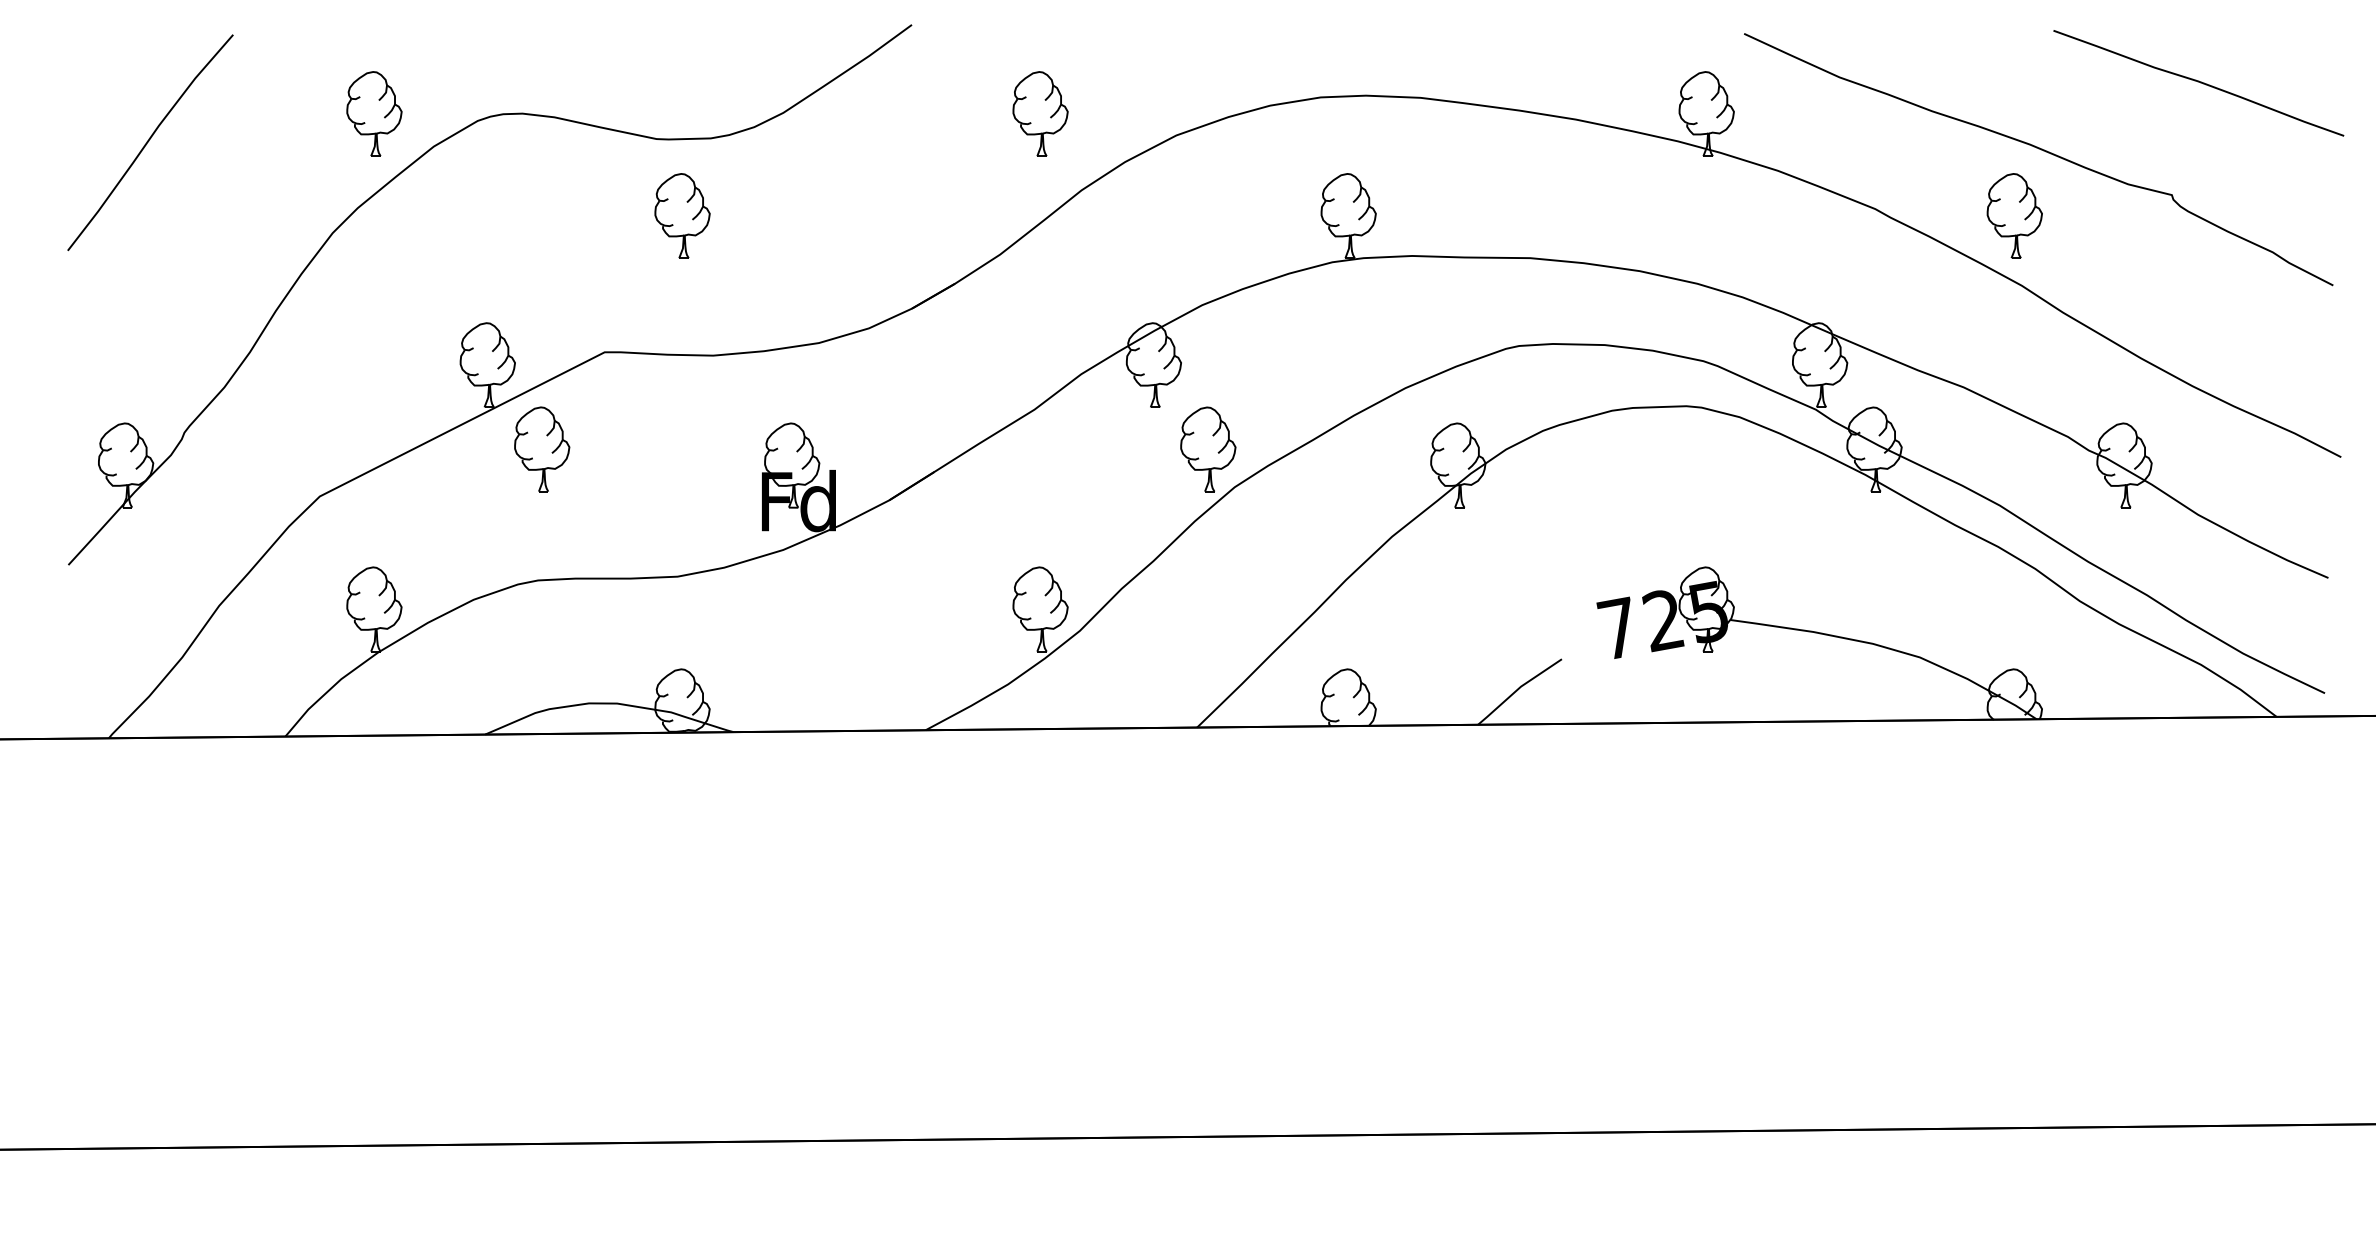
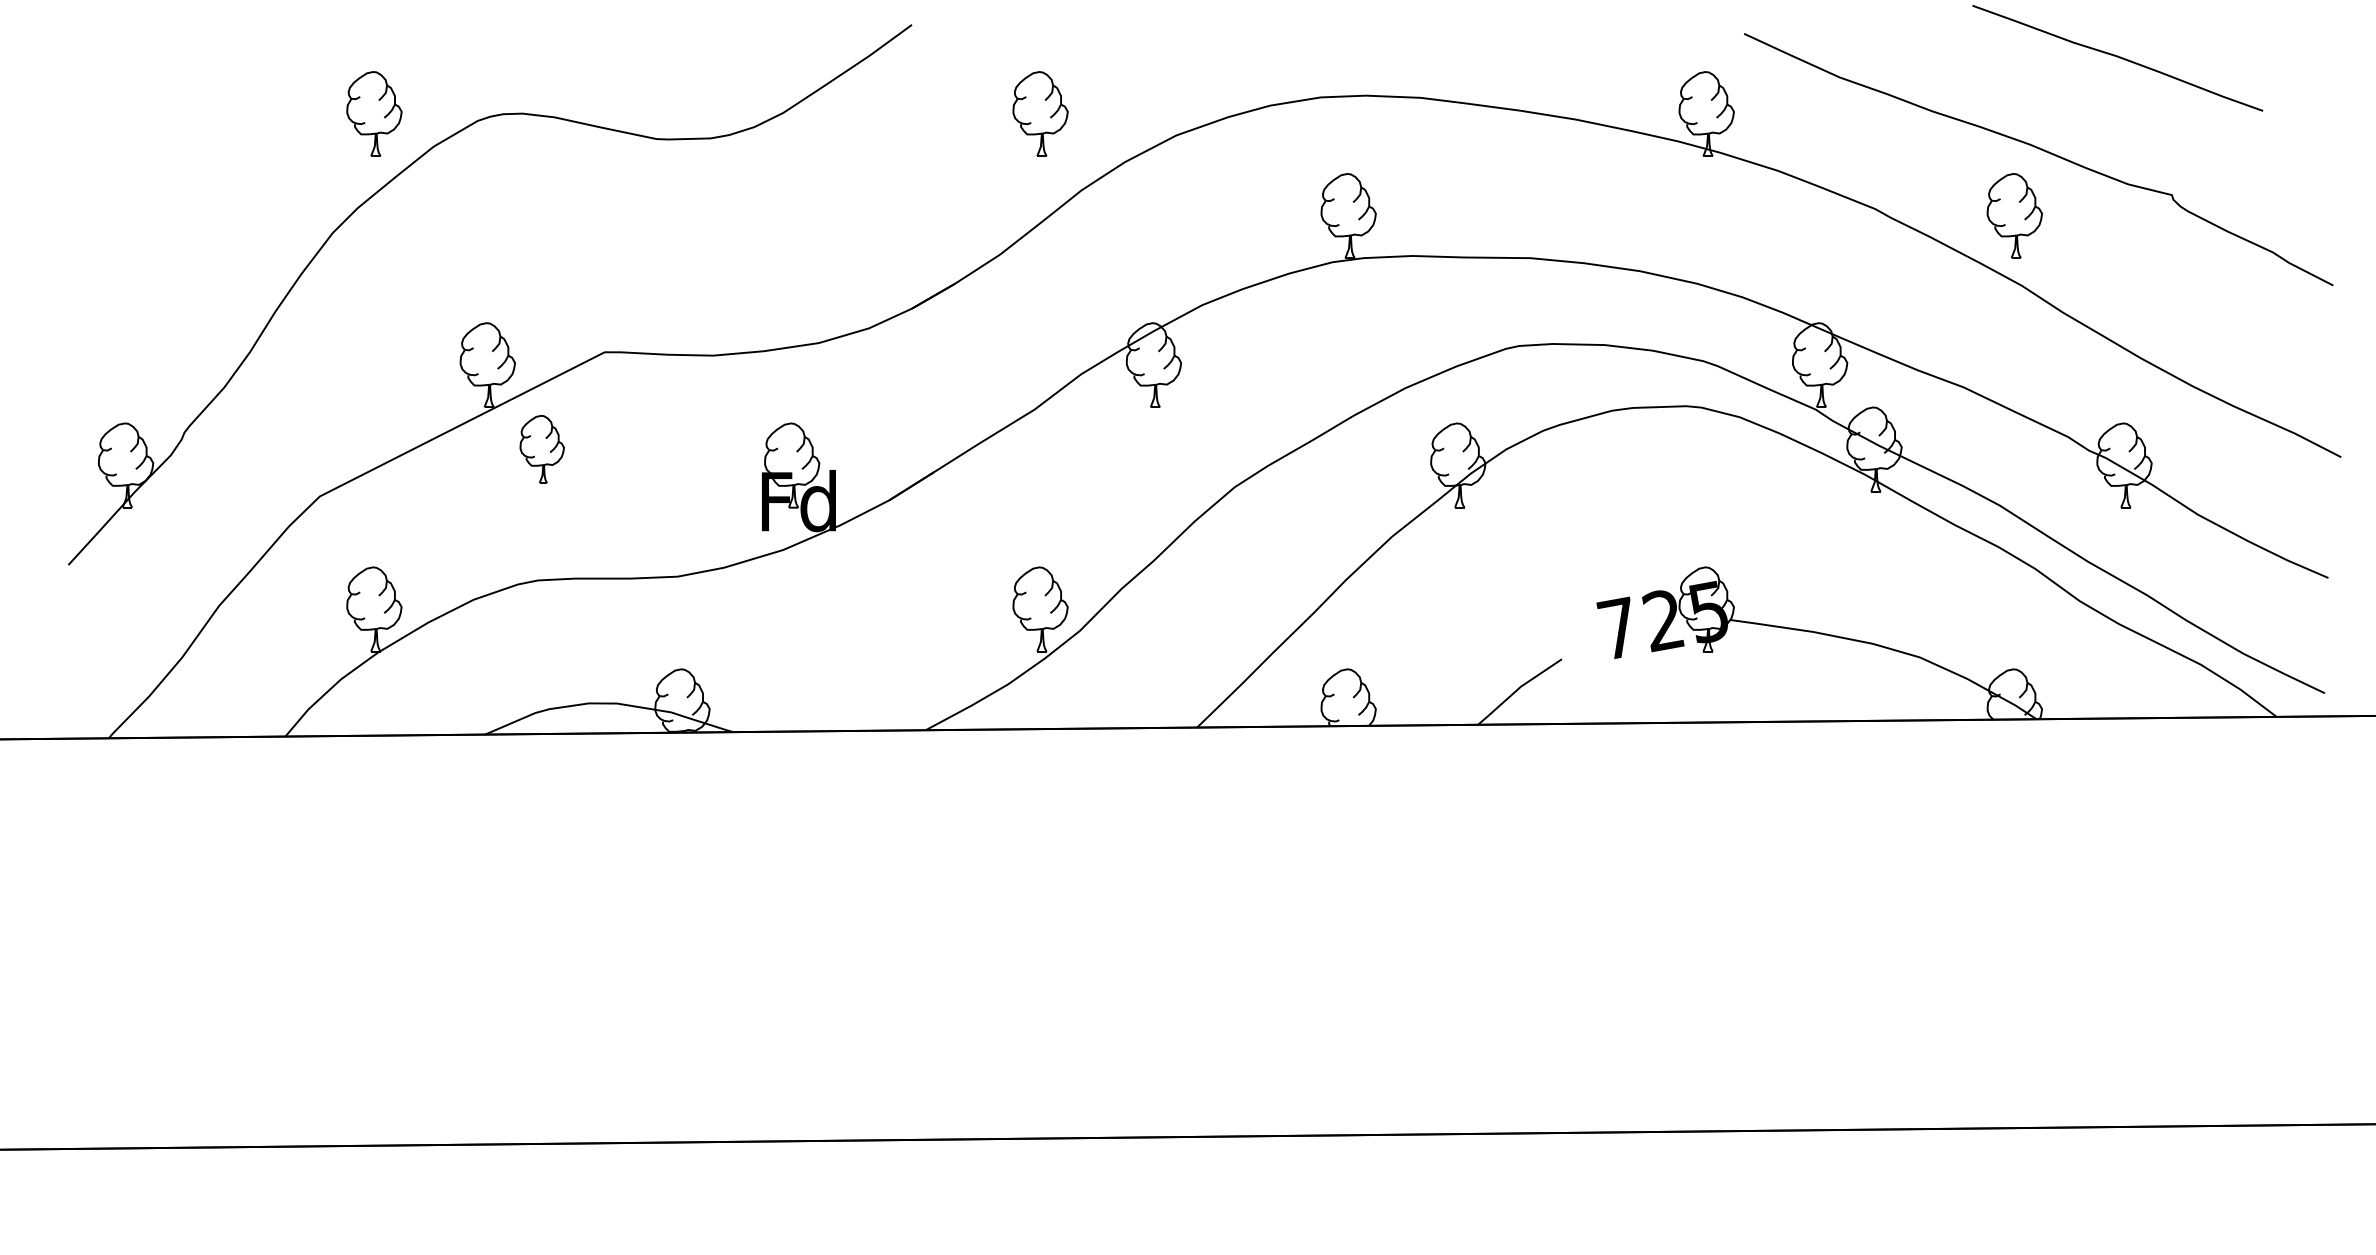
curve at (2198, 82) position: (2198, 82) -> (2117, 57)
curve at (149, 141): present -> none
part at (682, 215): present -> none
part at (542, 449) size: 57x87 px -> 46x70 px
part at (1208, 449): present -> none
